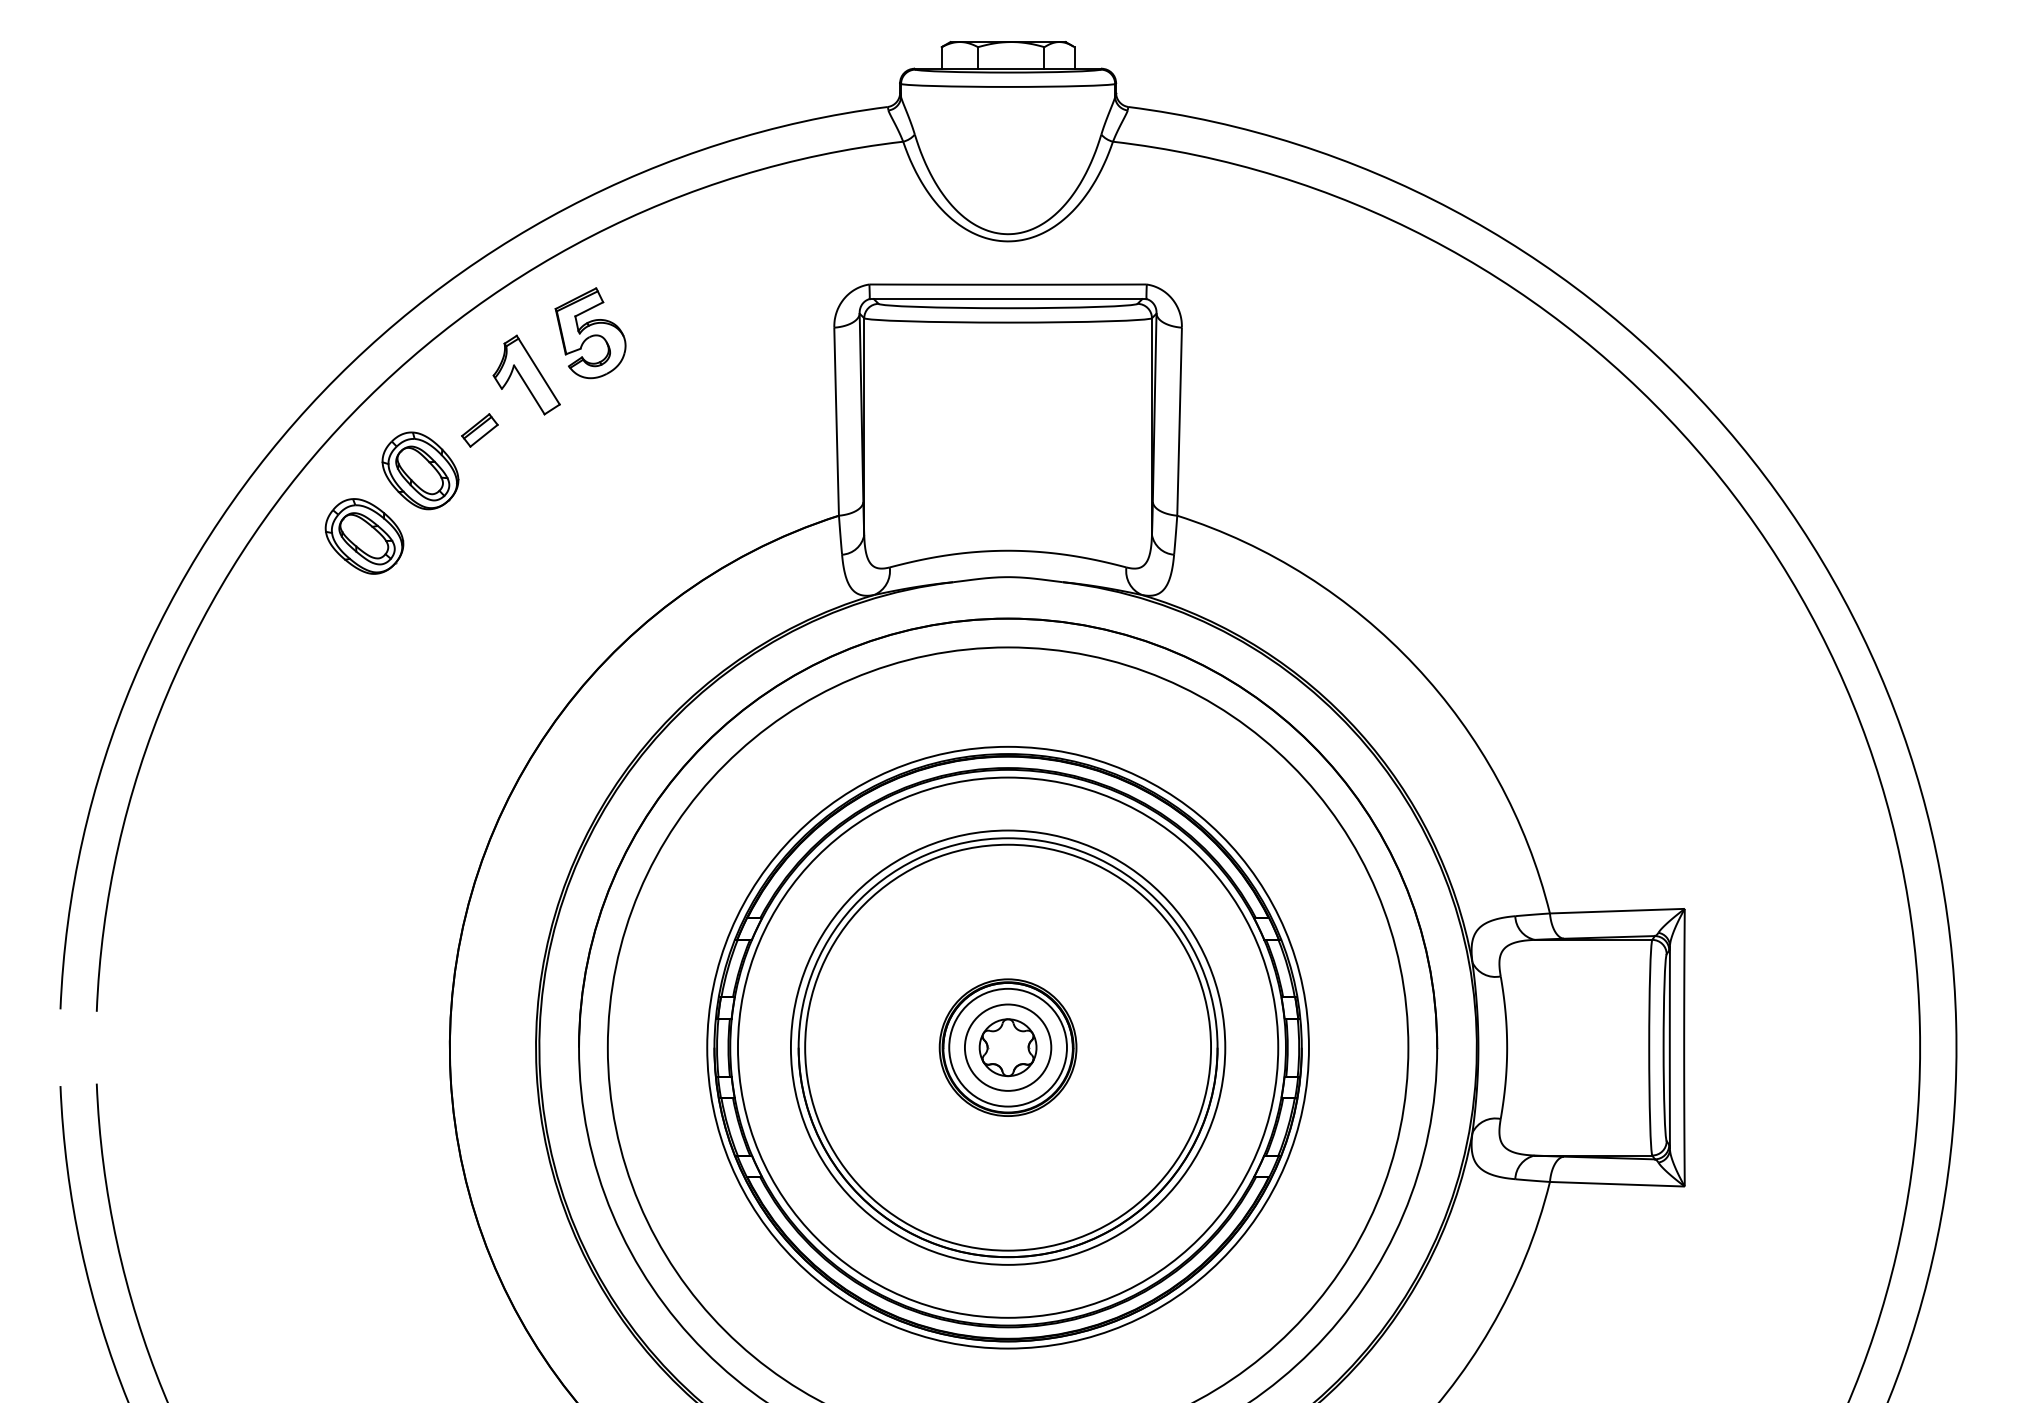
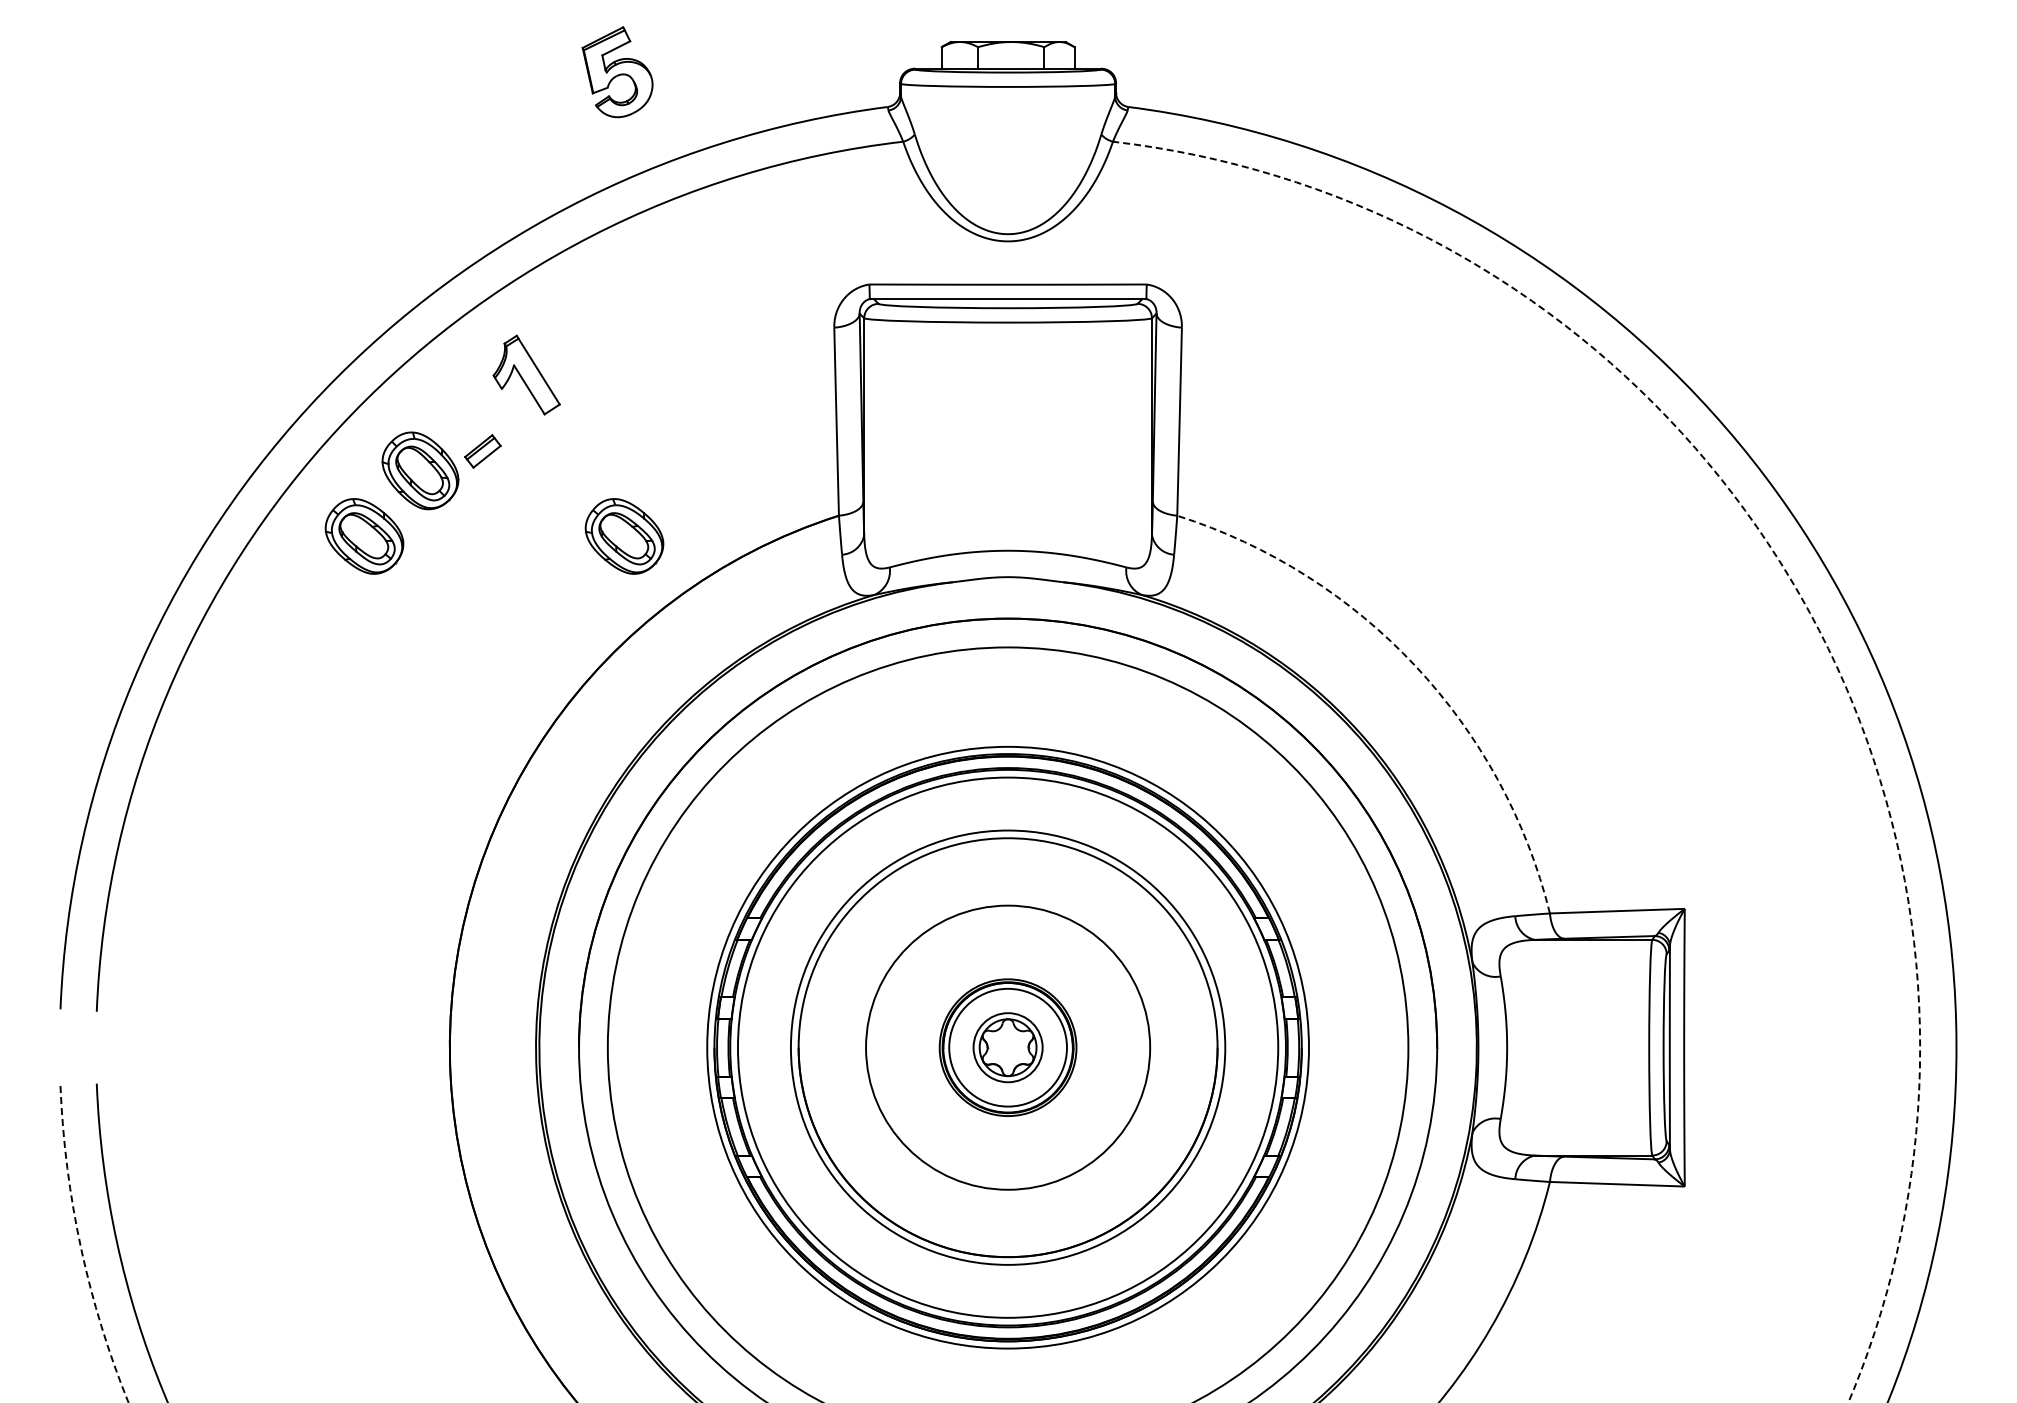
part at (590, 333) position: (590, 333) -> (617, 72)
part at (479, 430) position: (479, 430) -> (482, 451)
part at (624, 536): none -> present
arc at (1794, 585): solid -> dashed
arc at (1415, 666): solid -> dashed
circle at (1007, 1047) diameter: 86 px -> 69 px
circle at (1008, 1047) diameter: 406 px -> 284 px
arc at (81, 1248): solid -> dashed
